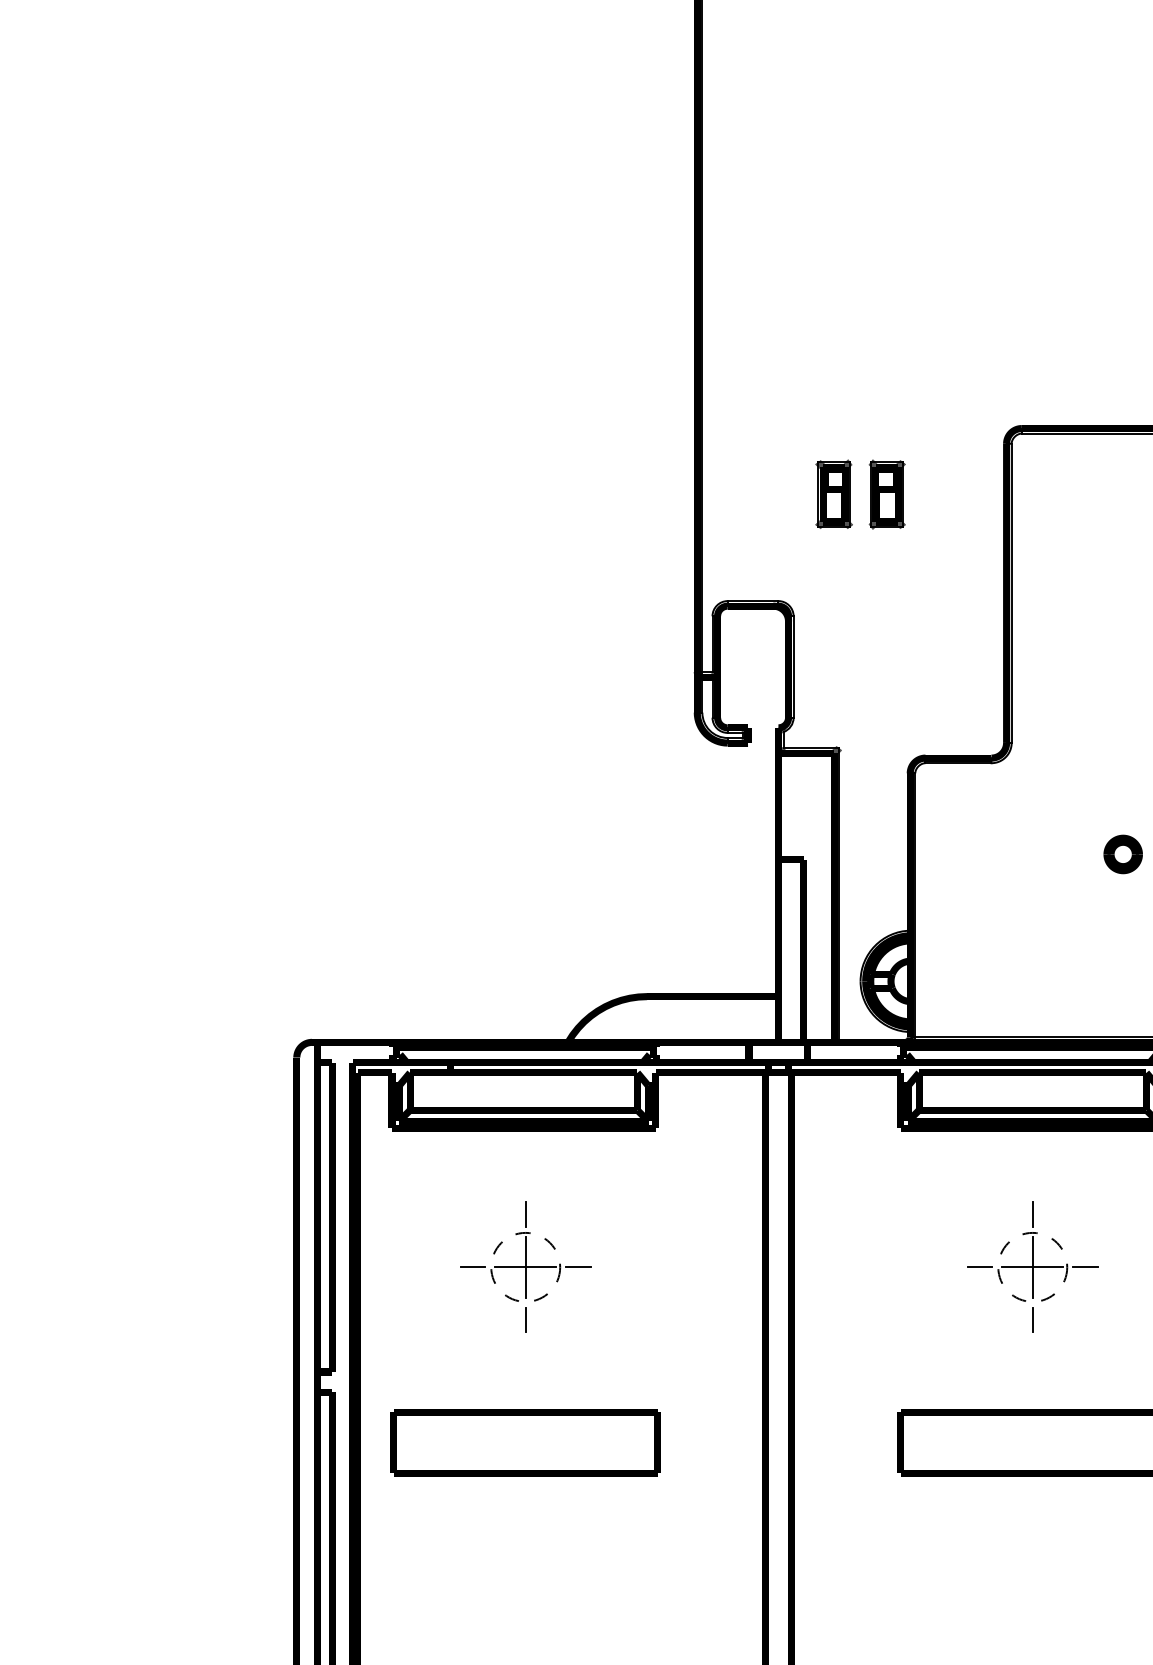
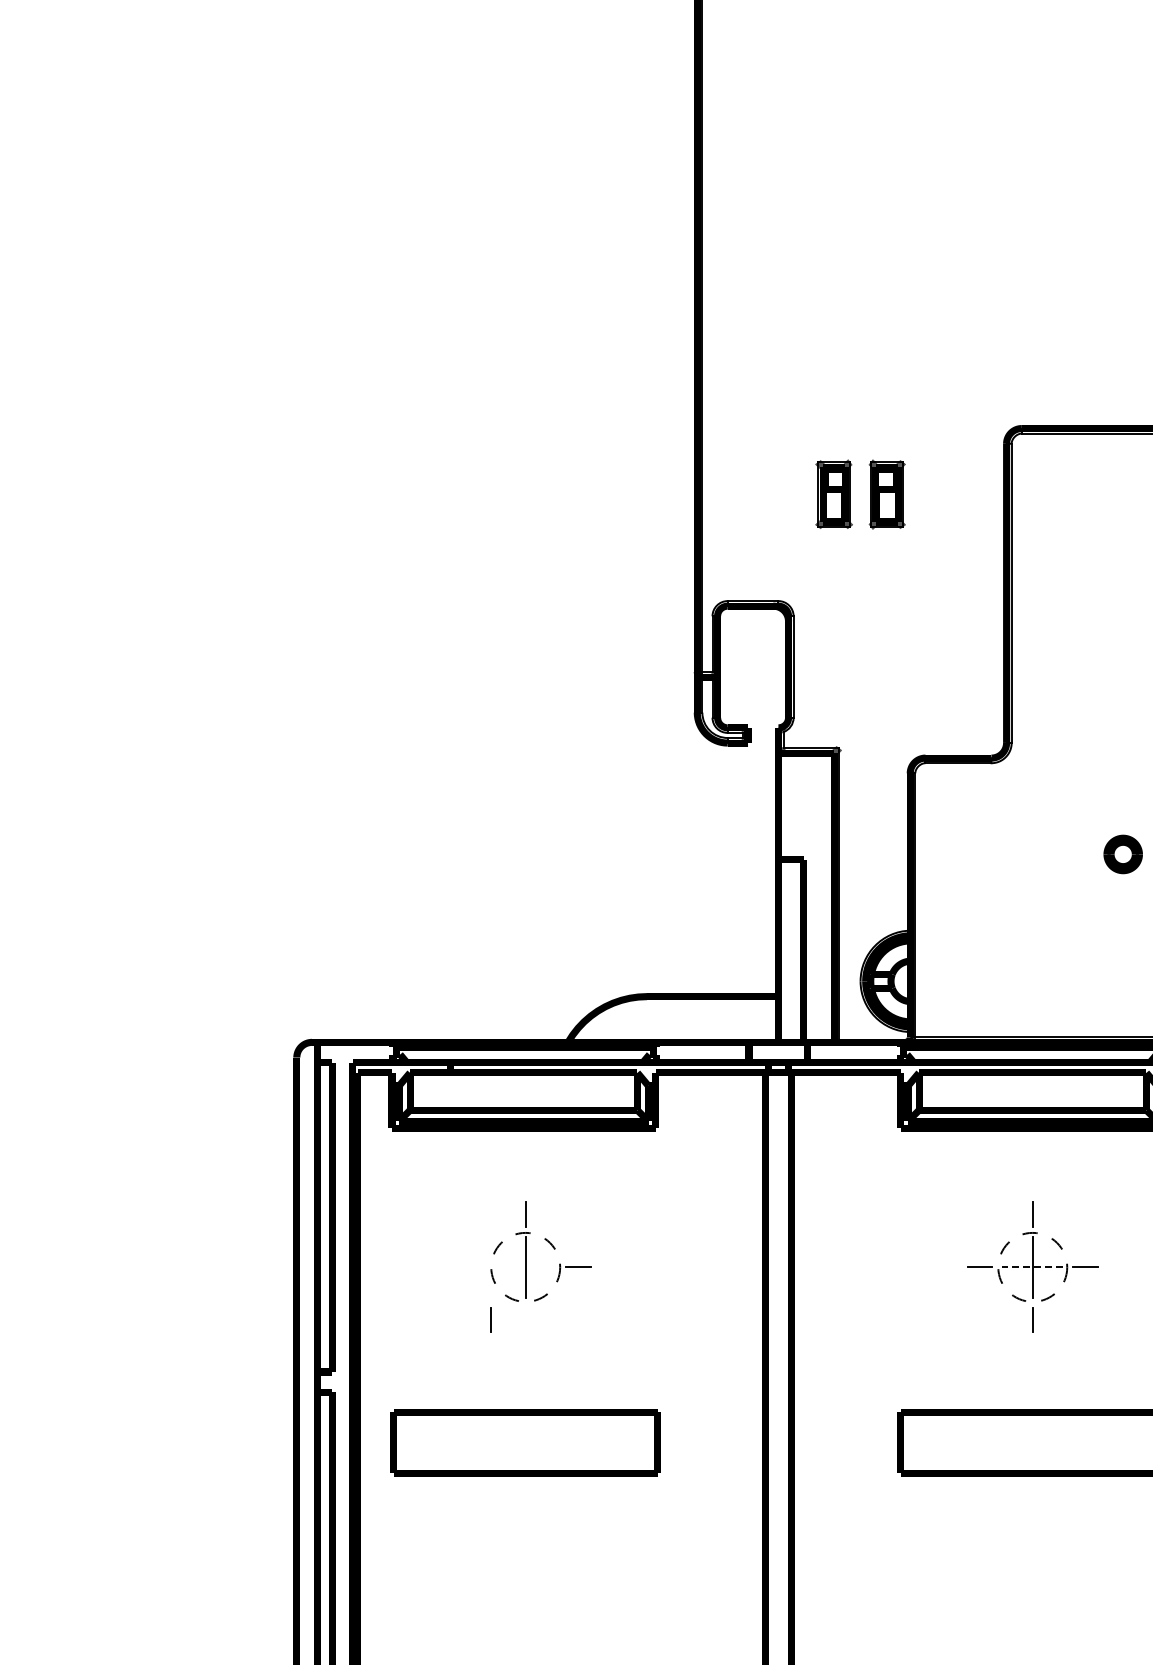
line at (472, 1267): present -> none
line at (525, 1267): present -> none
line at (1032, 1267): solid -> dashed
line at (525, 1319) position: (525, 1319) -> (490, 1319)
